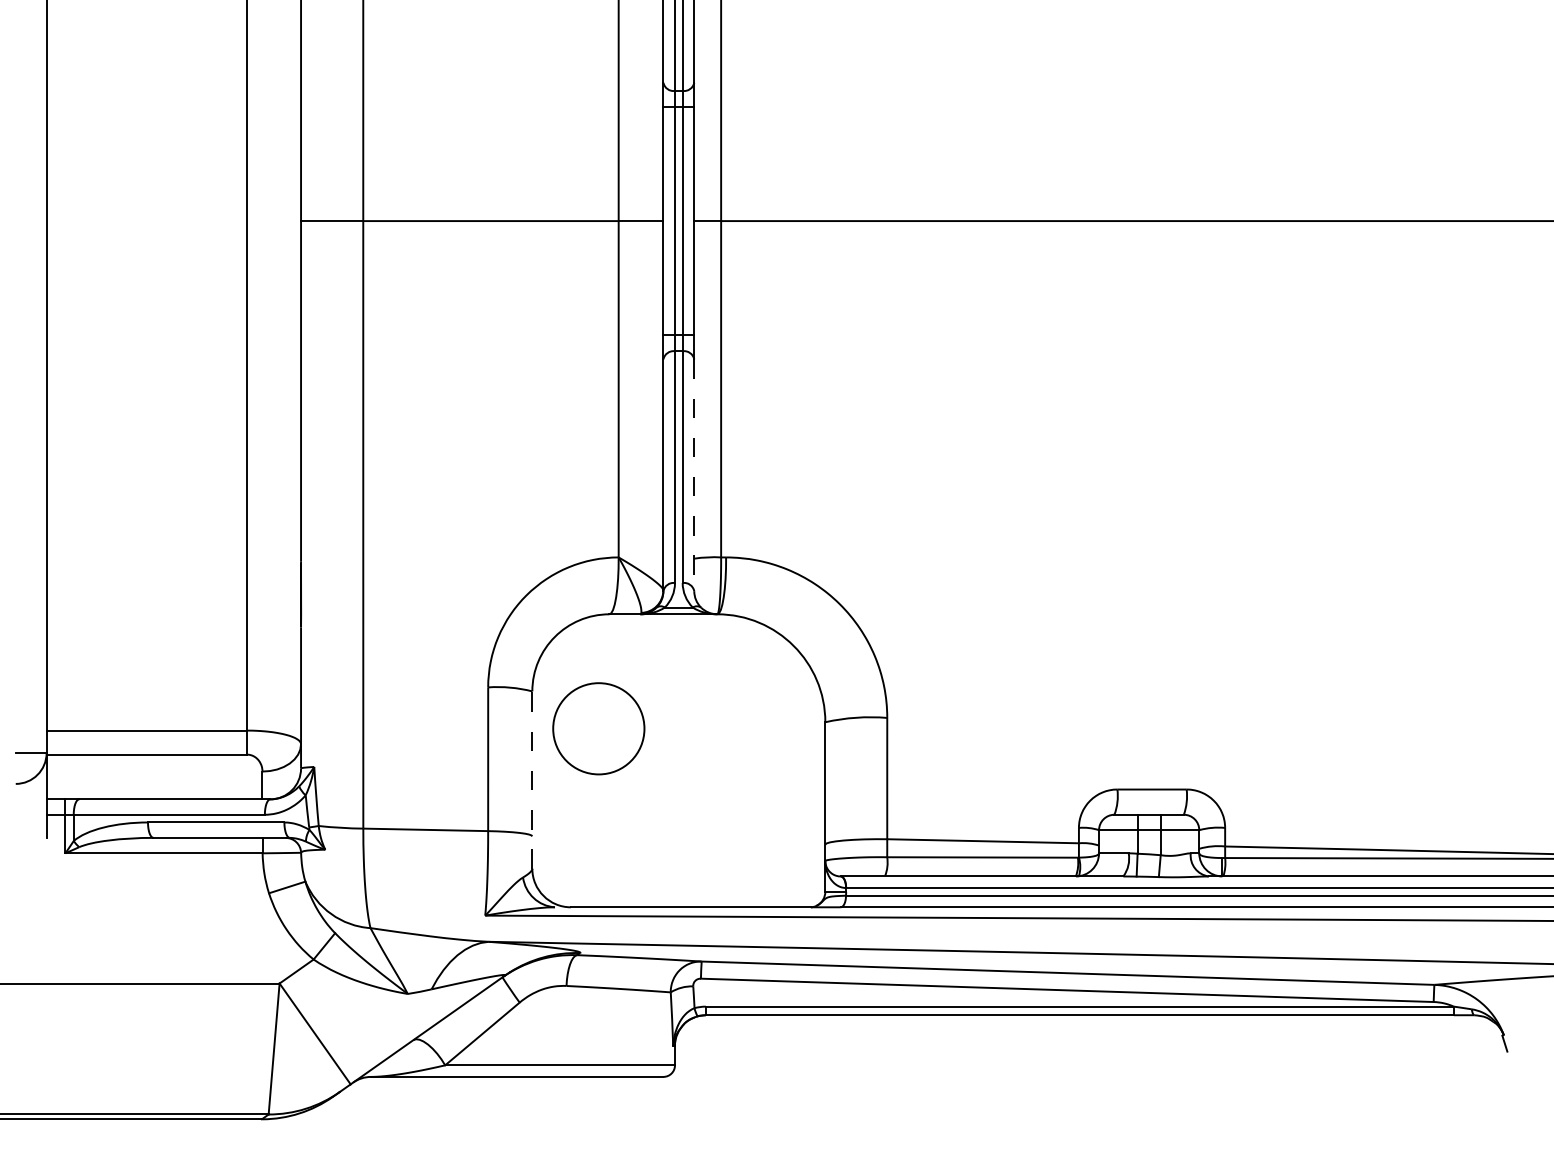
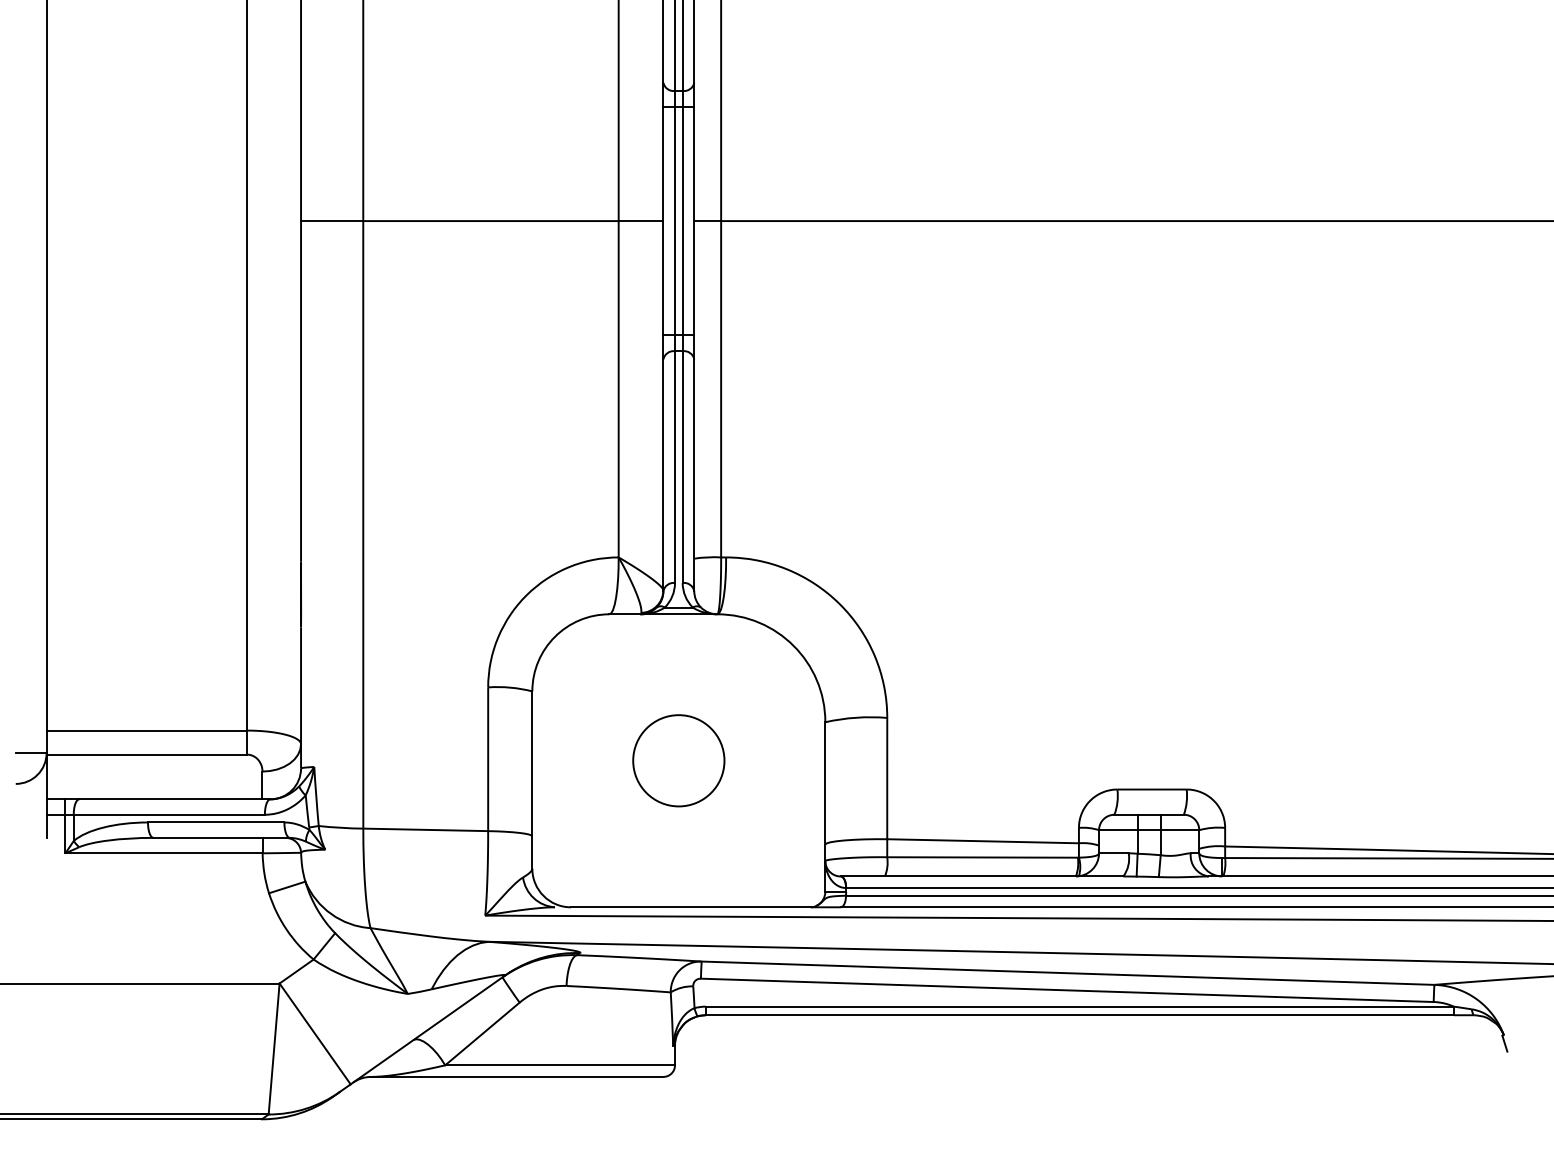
line at (694, 475): dashed -> solid
circle at (598, 728) position: (598, 728) -> (678, 760)
line at (532, 780): dashed -> solid
